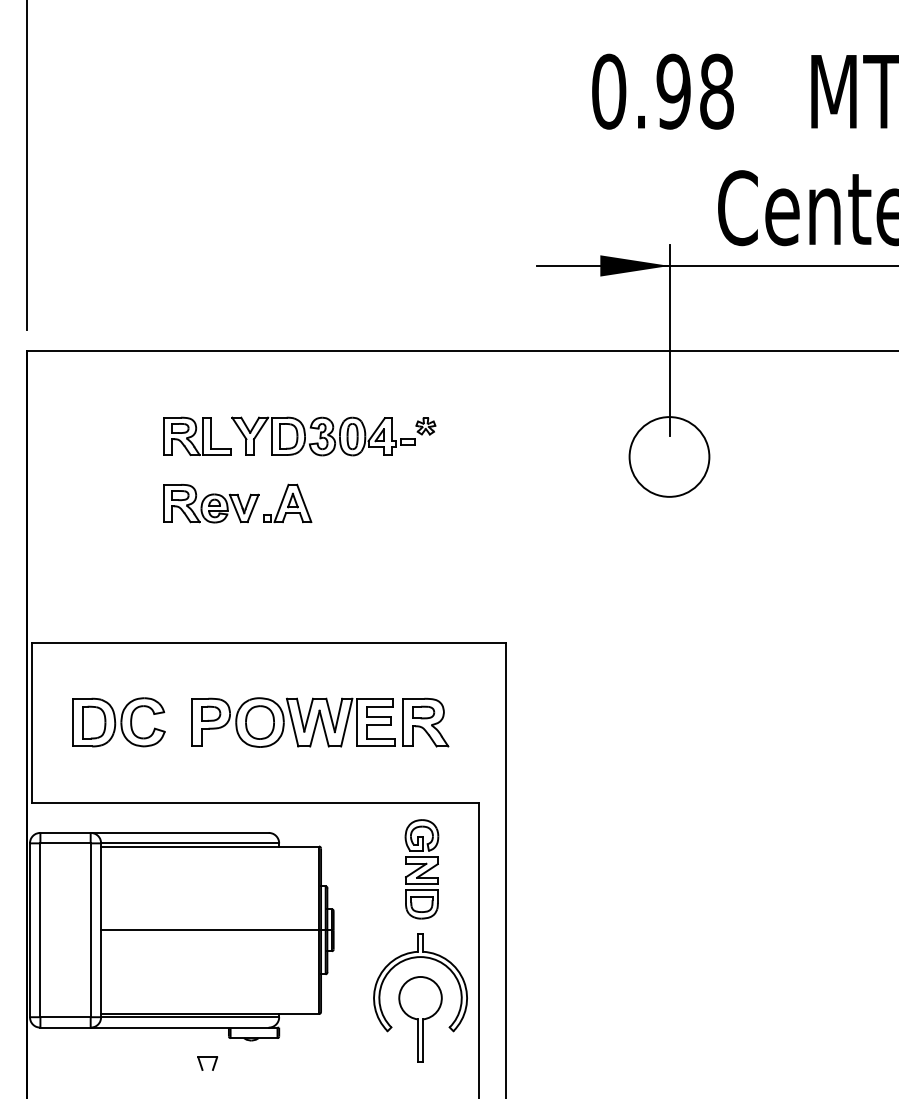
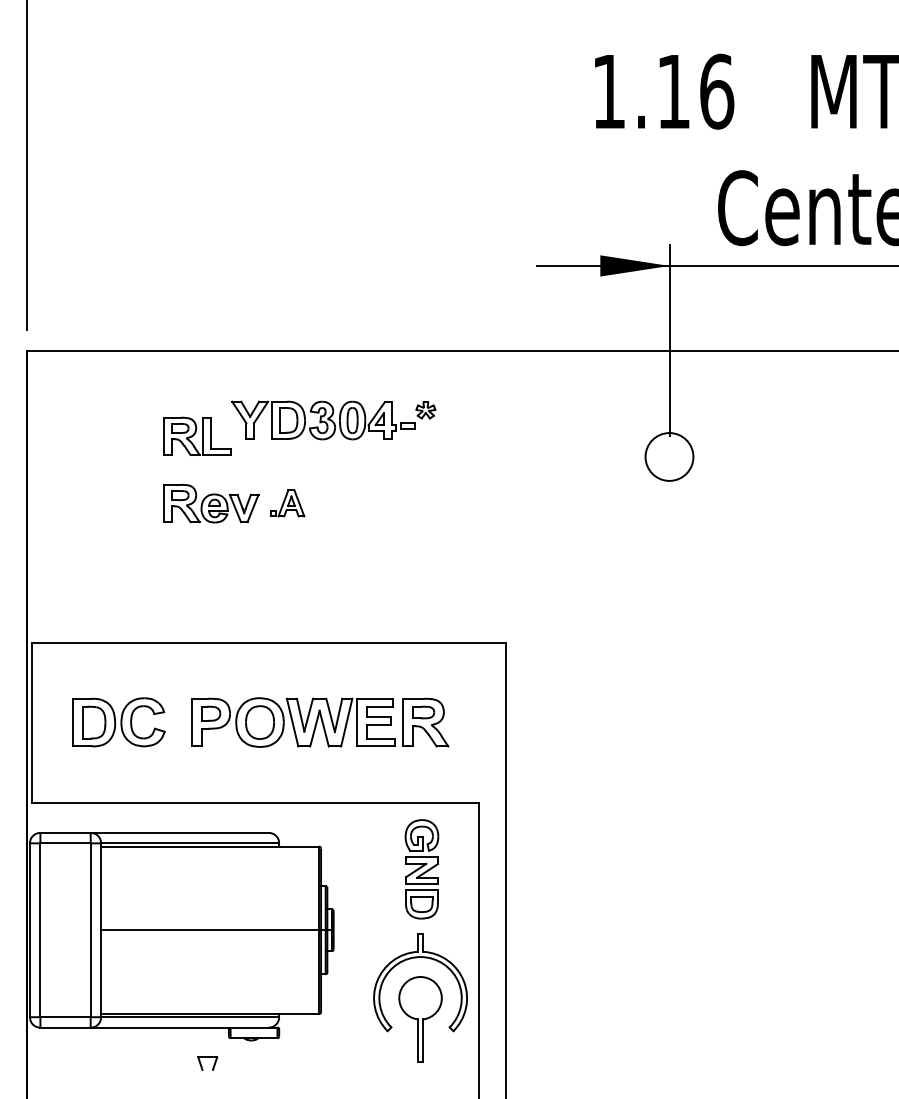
text at (663, 91): 0.98 -> 1.16
part at (333, 436) position: (333, 436) -> (333, 420)
circle at (669, 456) diameter: 80 px -> 48 px
part at (287, 502) size: 50x40 px -> 36x29 px
